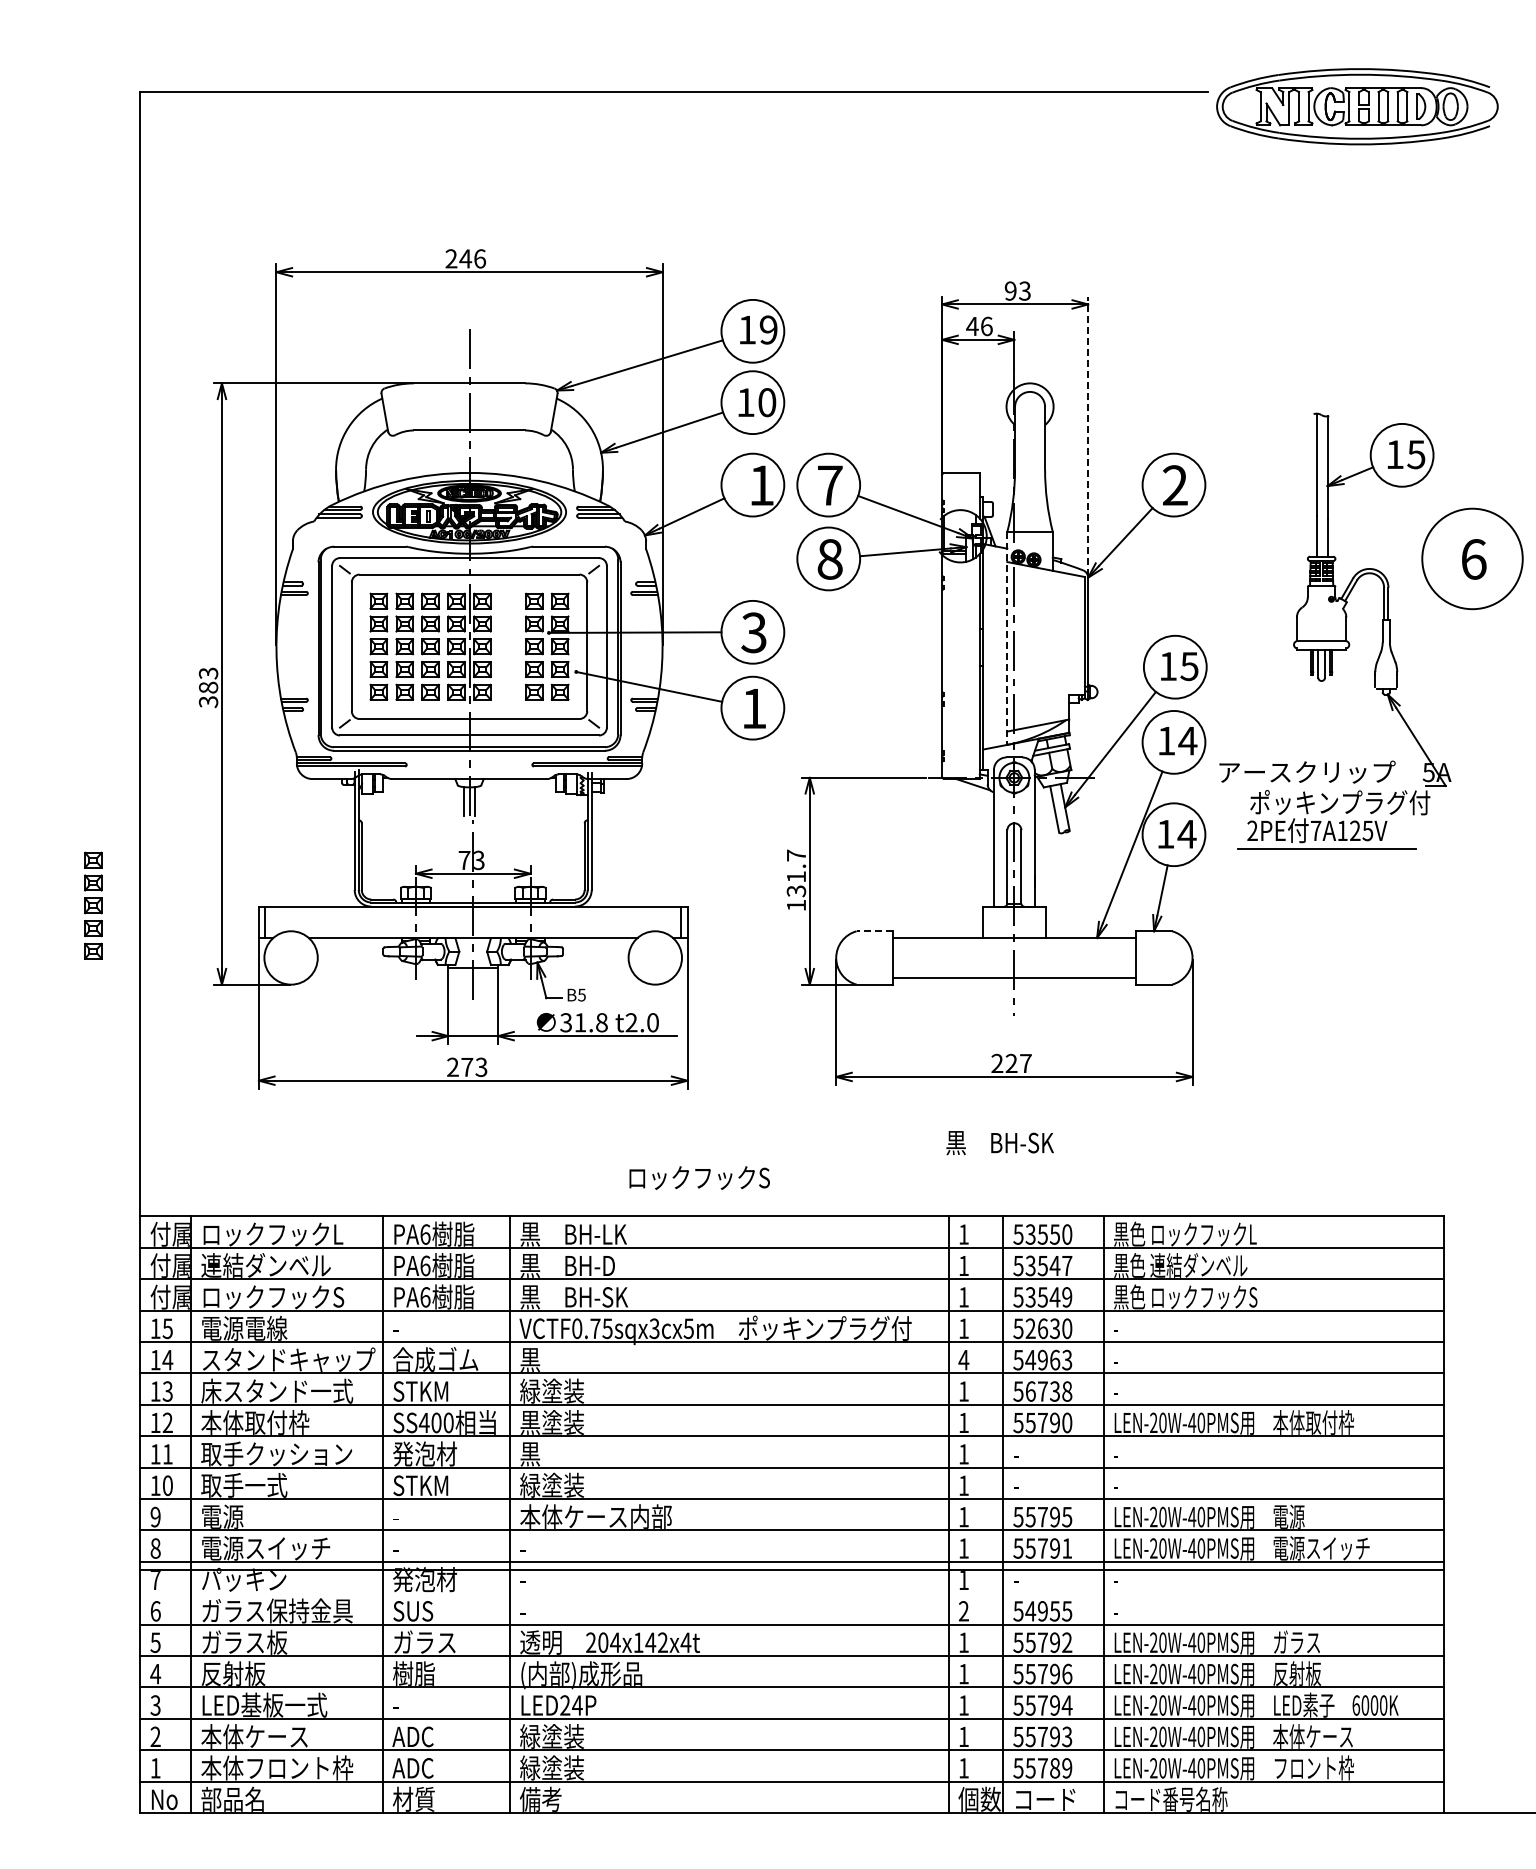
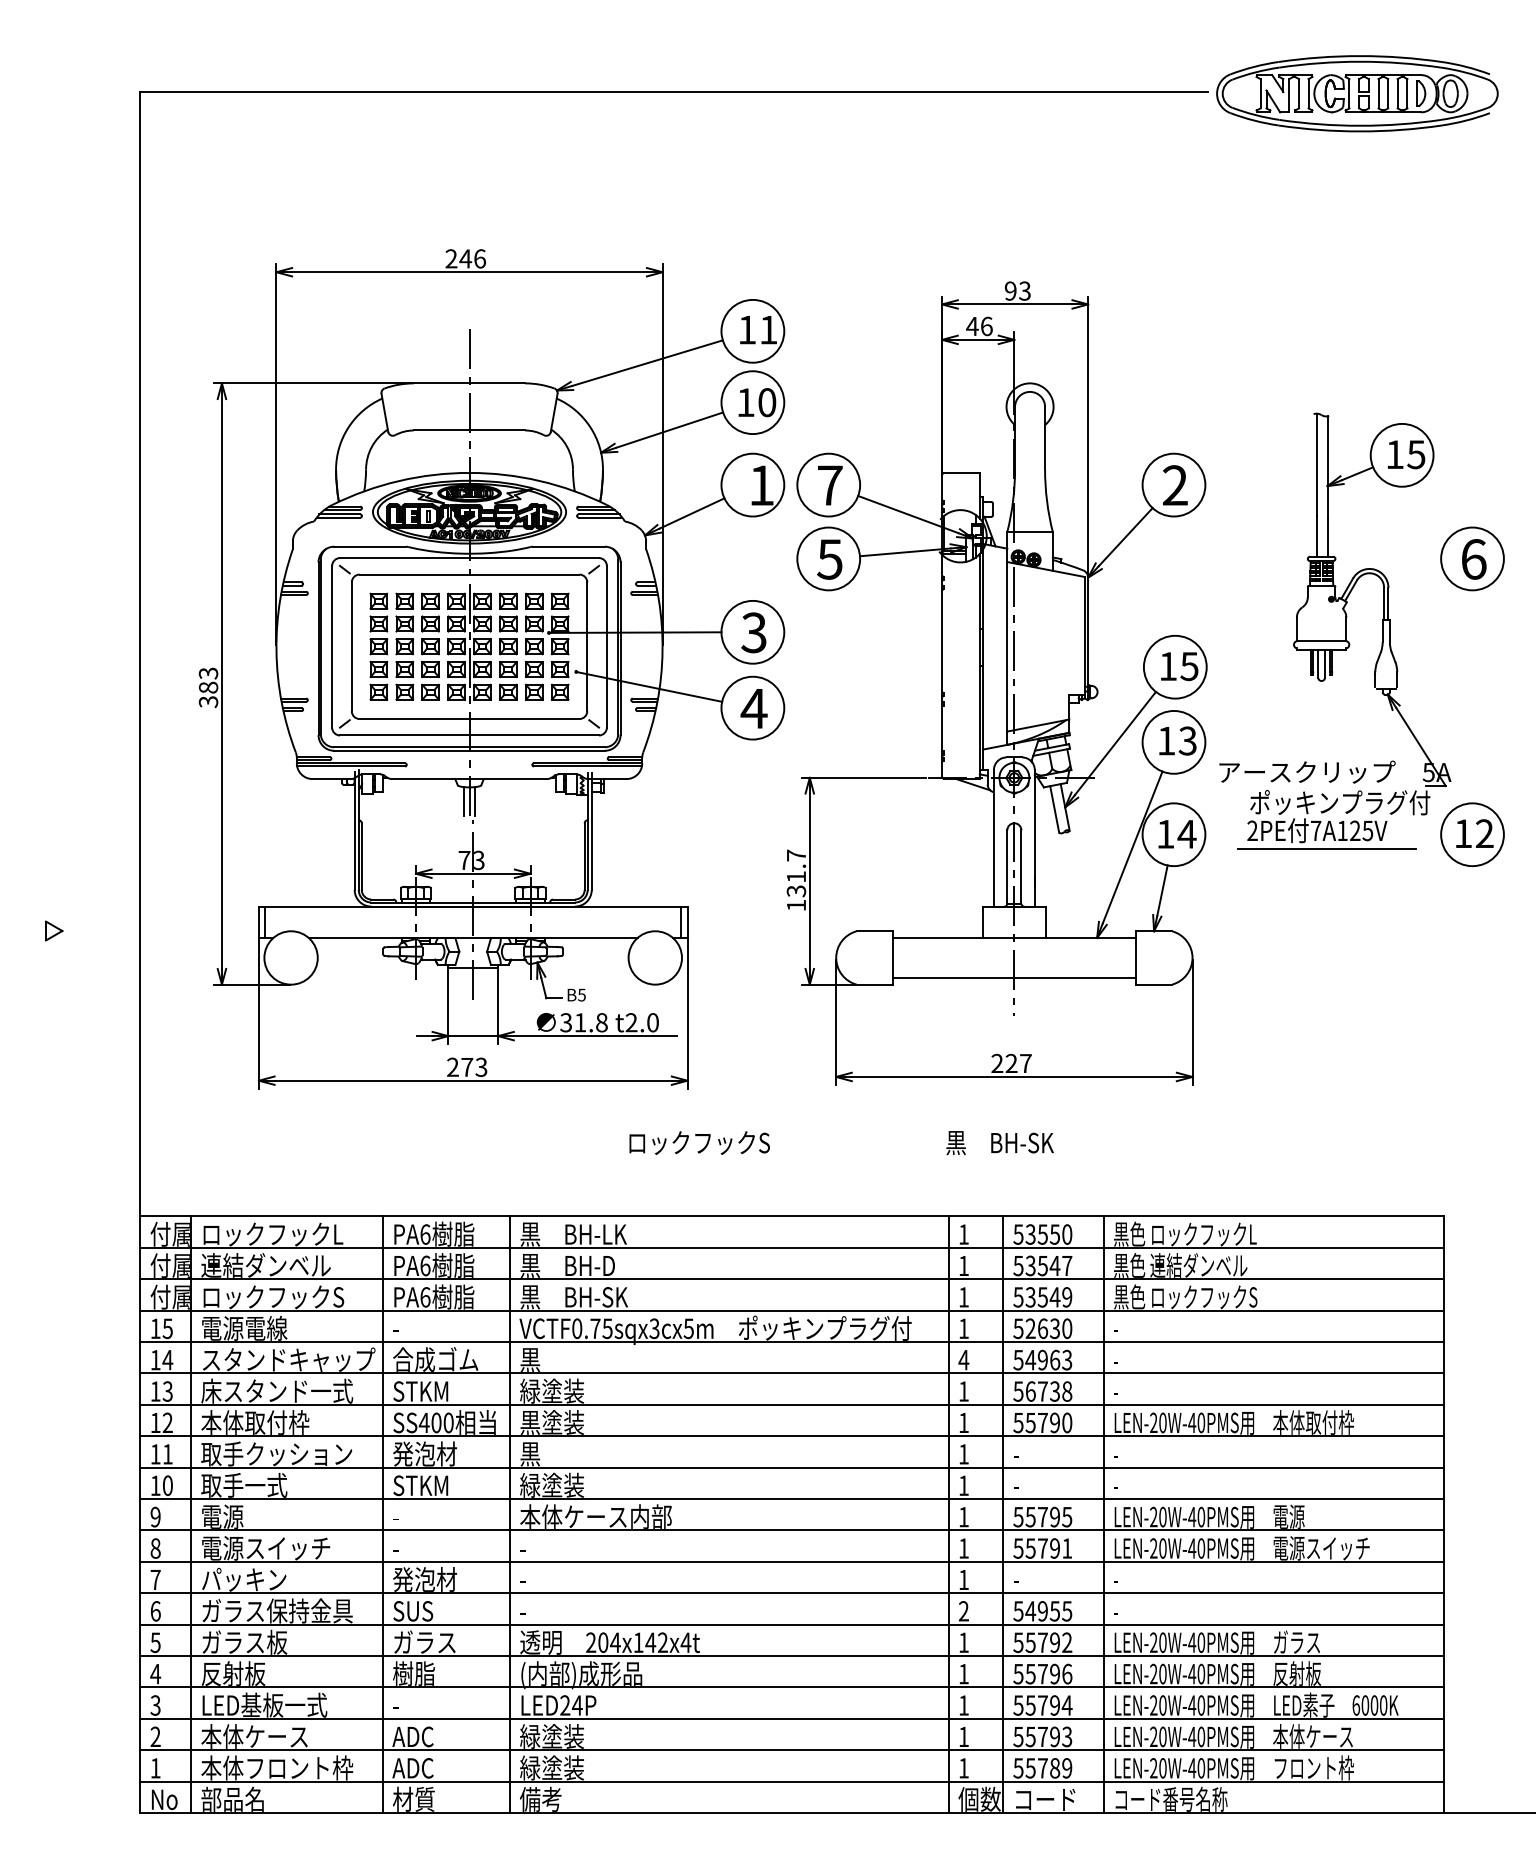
part at (1357, 106) position: (1357, 106) -> (1357, 93)
text at (768, 329): 19 -> 11
line at (1088, 436): dashed -> solid
circle at (1472, 558) diameter: 100 px -> 63 px
text at (829, 559): 8 -> 5
line at (1007, 639): dashed -> solid
text at (753, 708): 1 -> 4
text at (1187, 740): 14 -> 13
part at (1472, 834): none -> present
part at (93, 905) position: (93, 905) -> (508, 646)
part at (54, 930): none -> present
line at (874, 931): dashed -> solid
text at (699, 1177) position: (699, 1177) -> (699, 1142)
line at (791, 1570) position: (791, 1570) -> (791, 1593)
